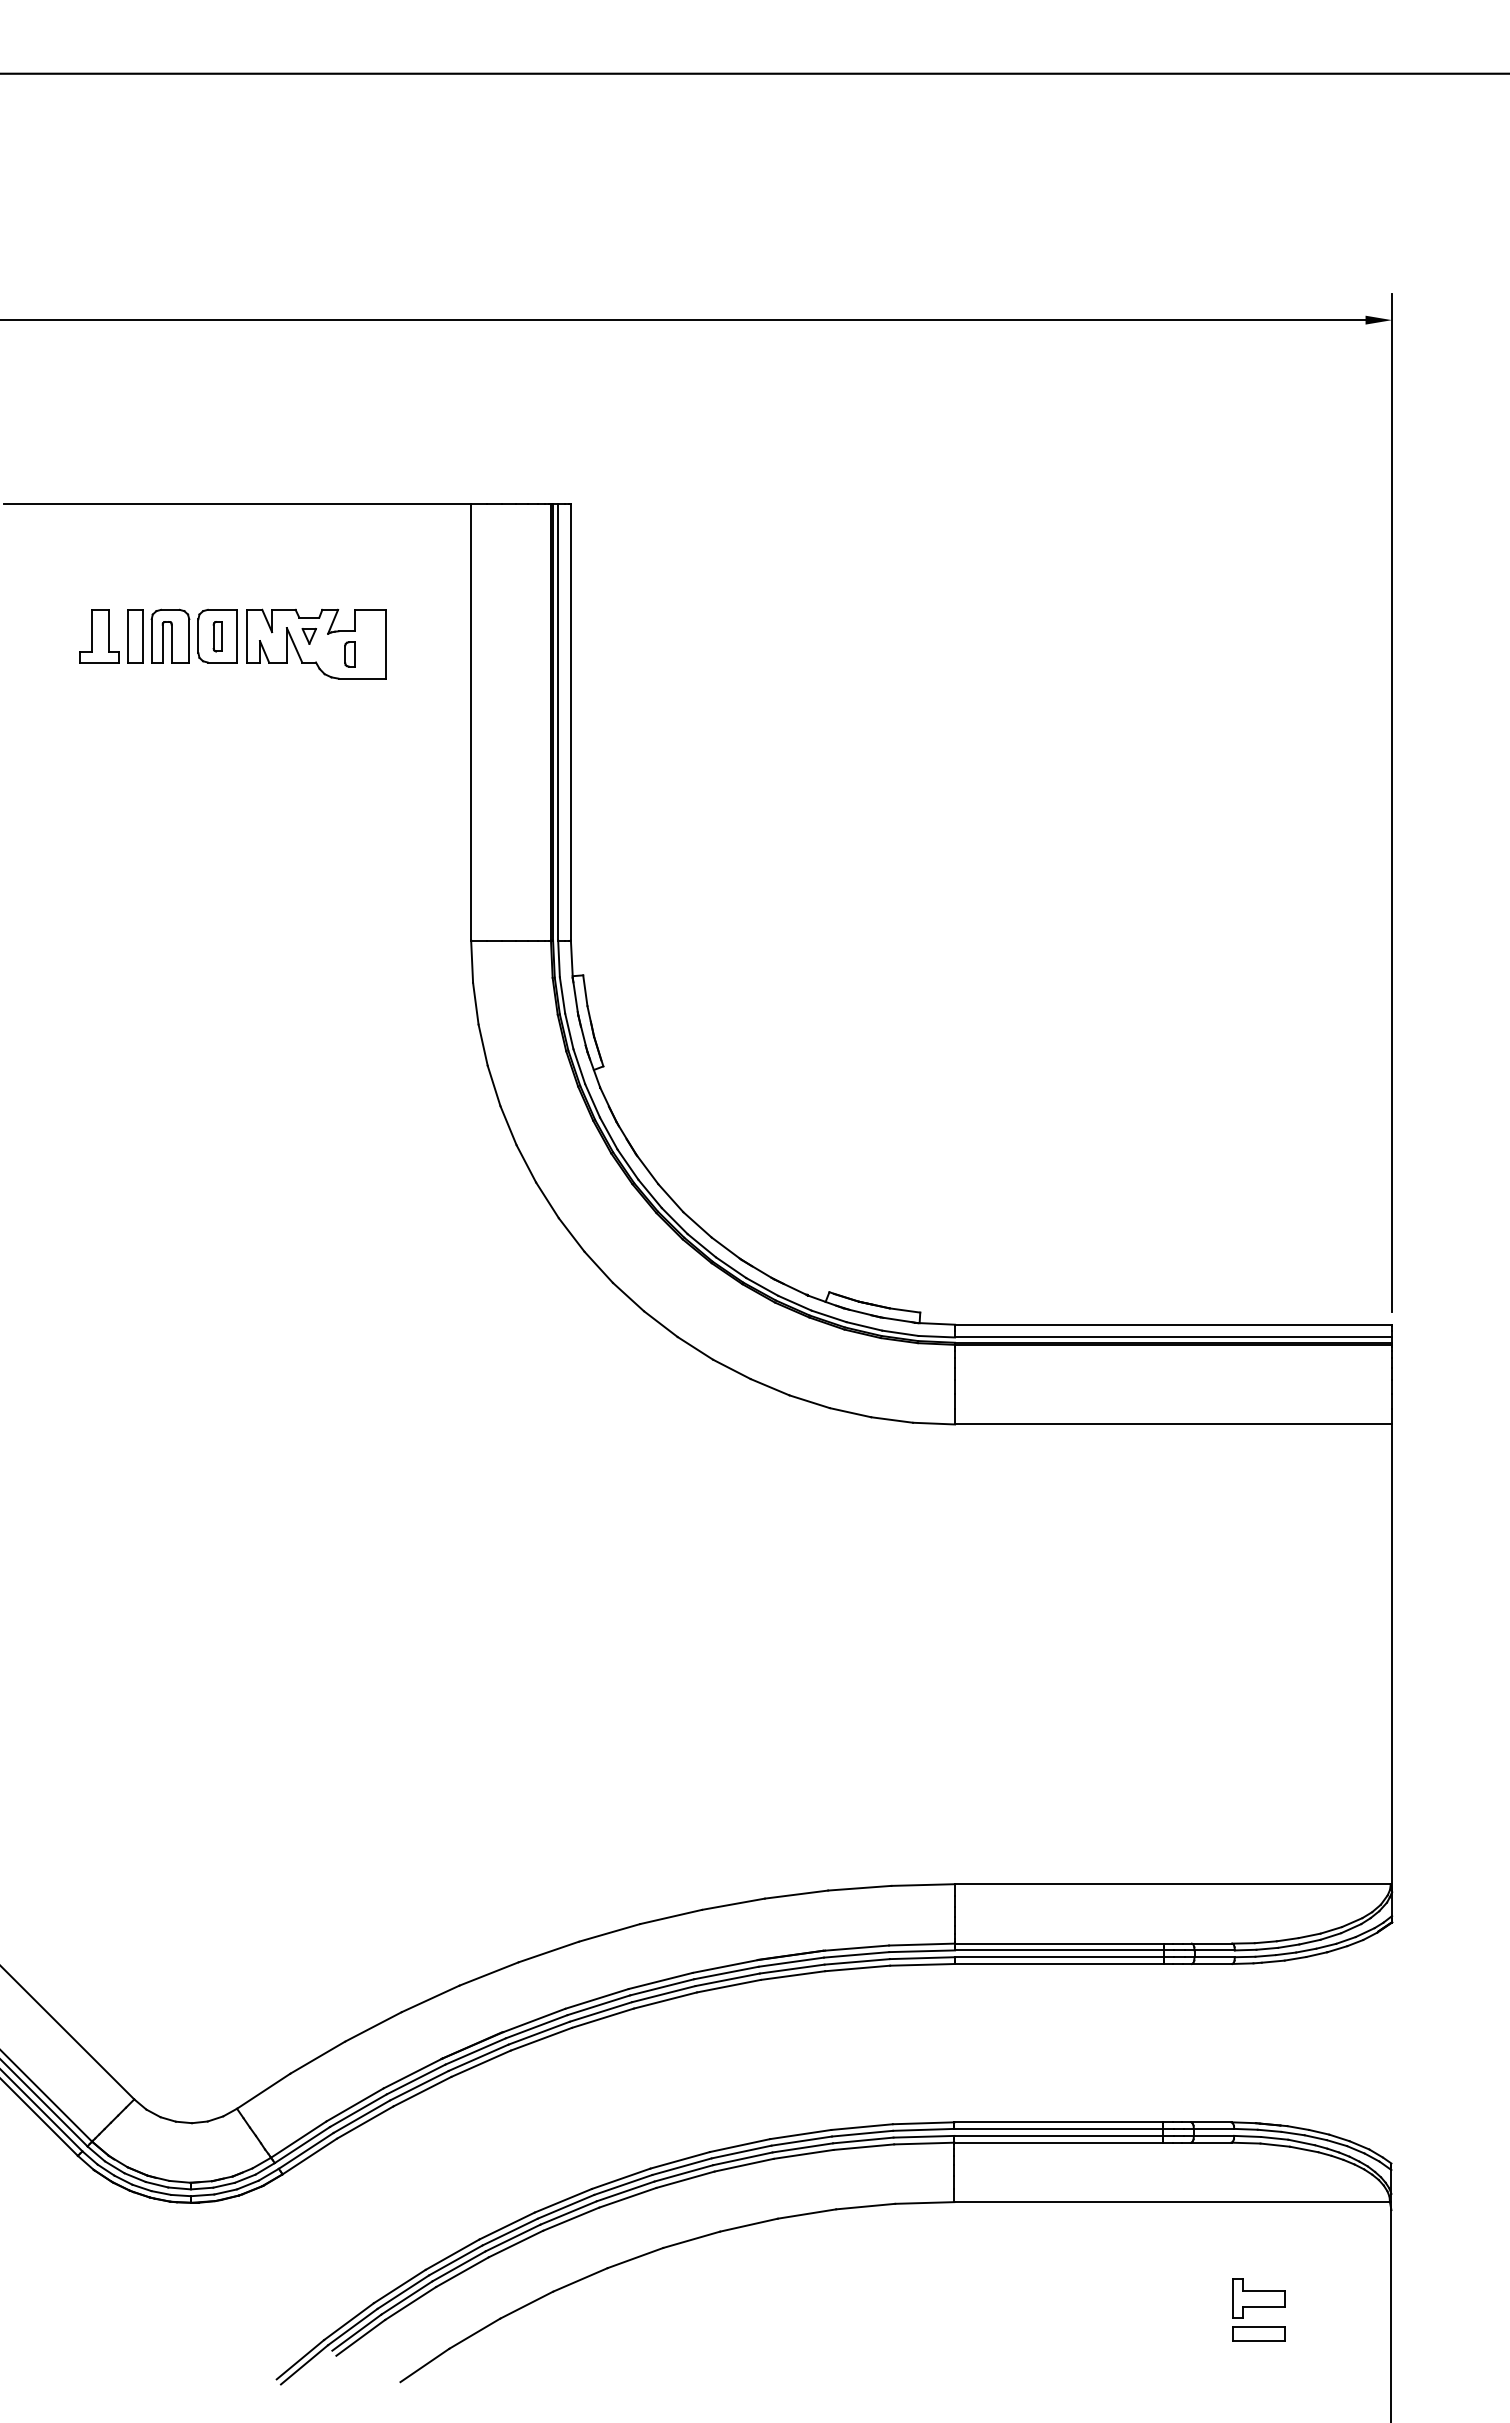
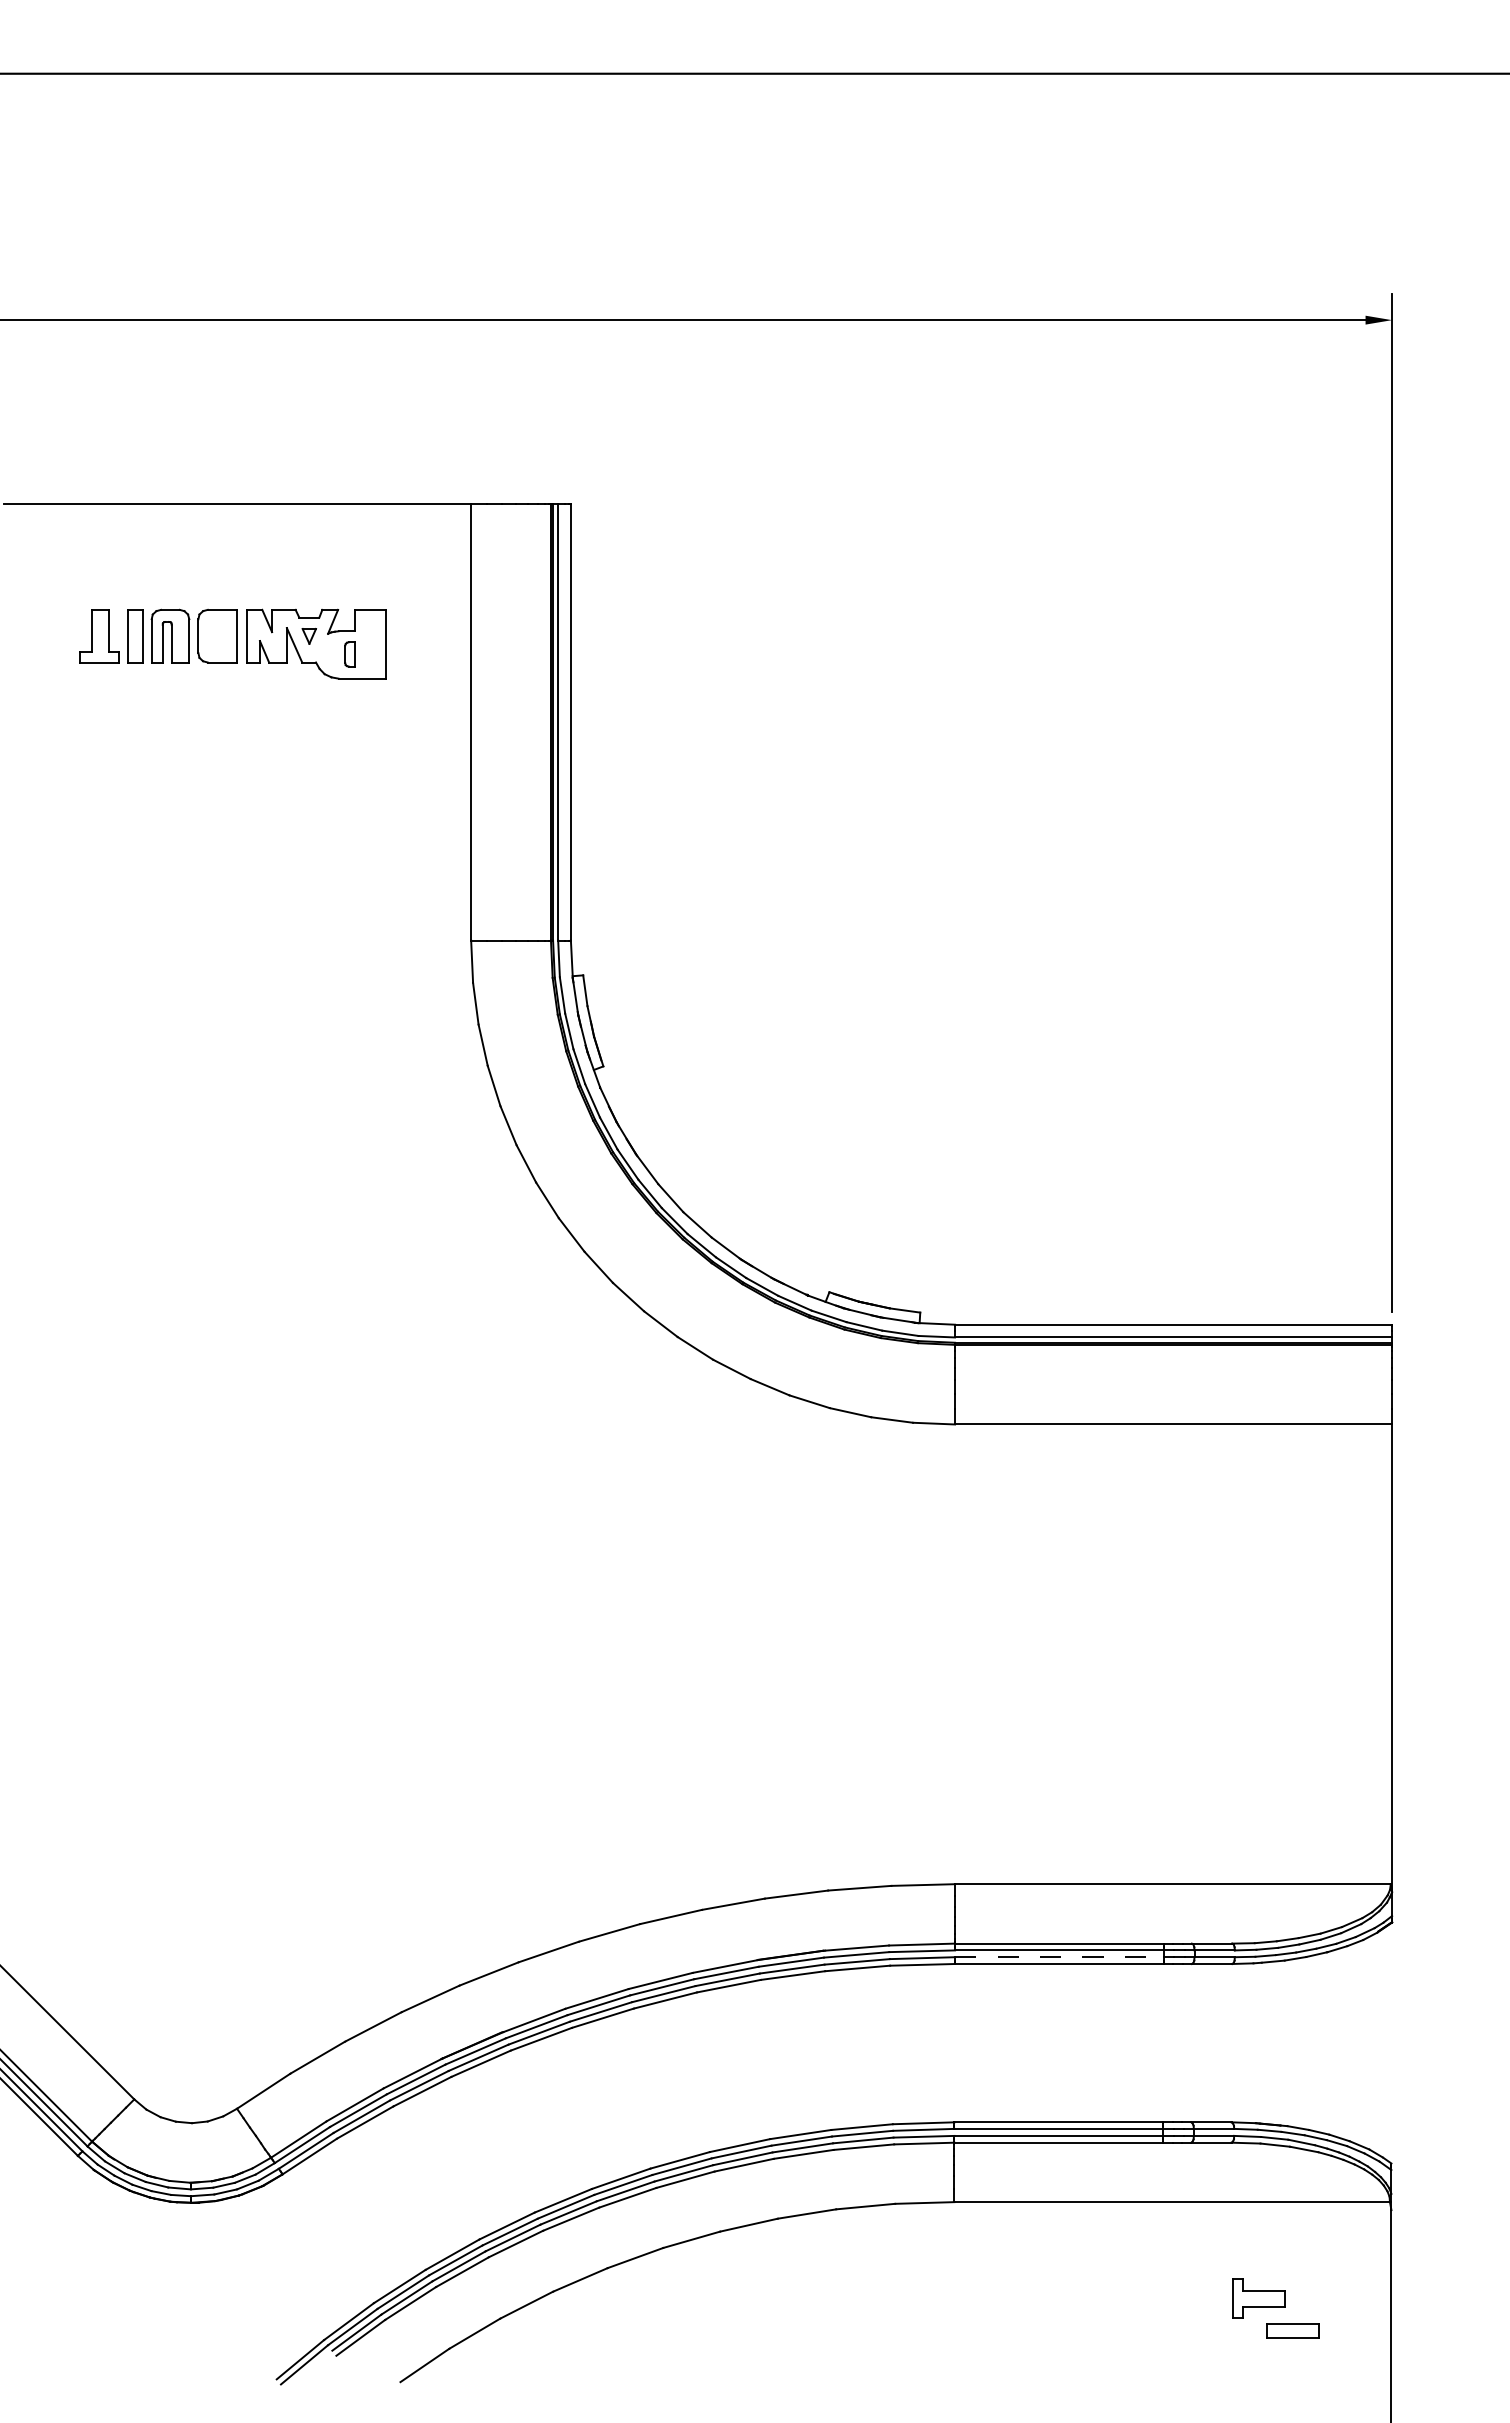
part at (217, 636): present -> none
line at (1060, 1957): solid -> dashed
part at (1258, 2333) position: (1258, 2333) -> (1292, 2330)
